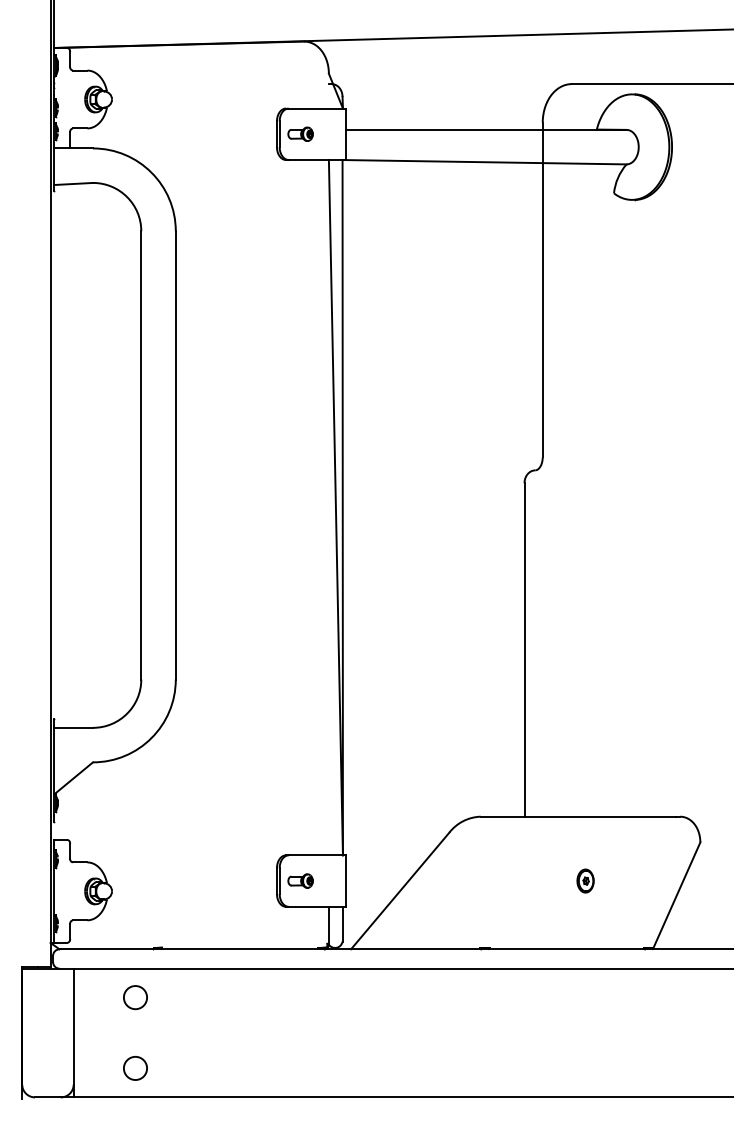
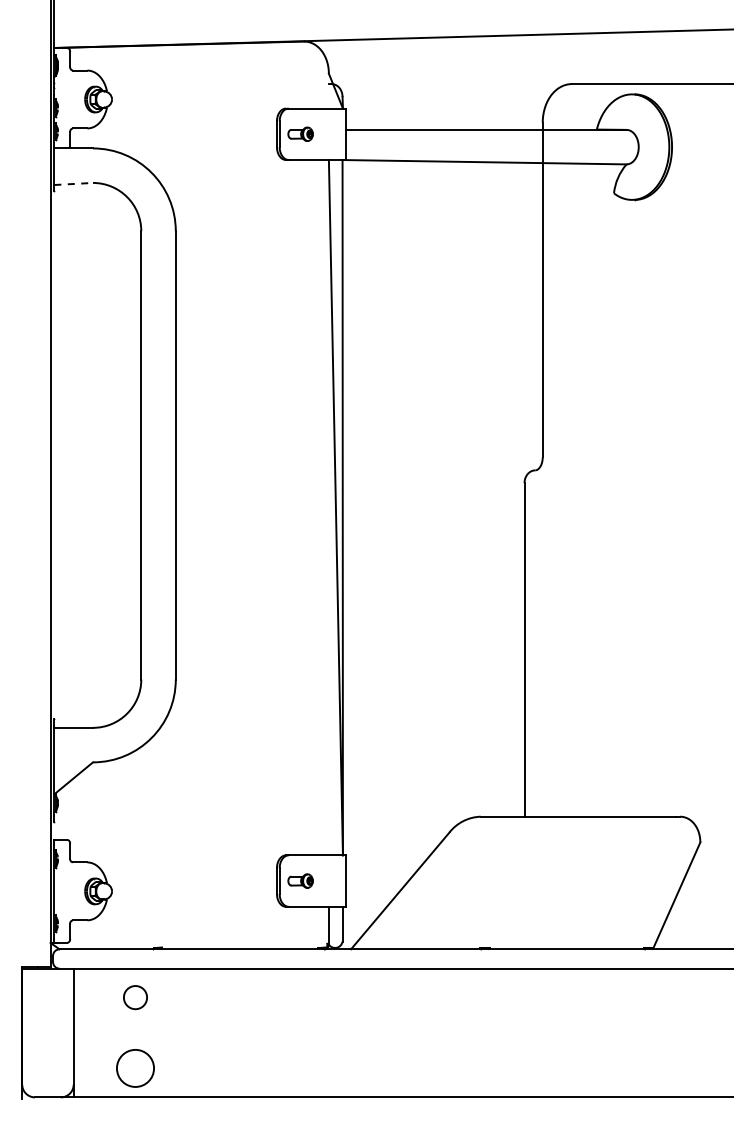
line at (74, 183): solid -> dashed
part at (585, 880): present -> none
circle at (135, 1068) diameter: 23 px -> 37 px
